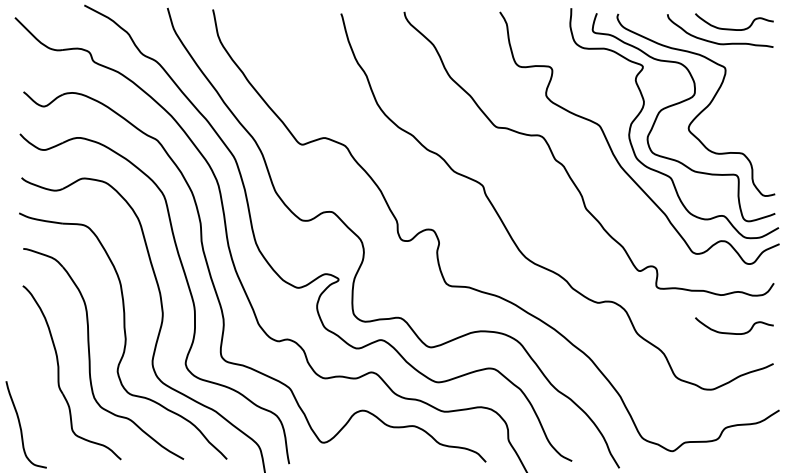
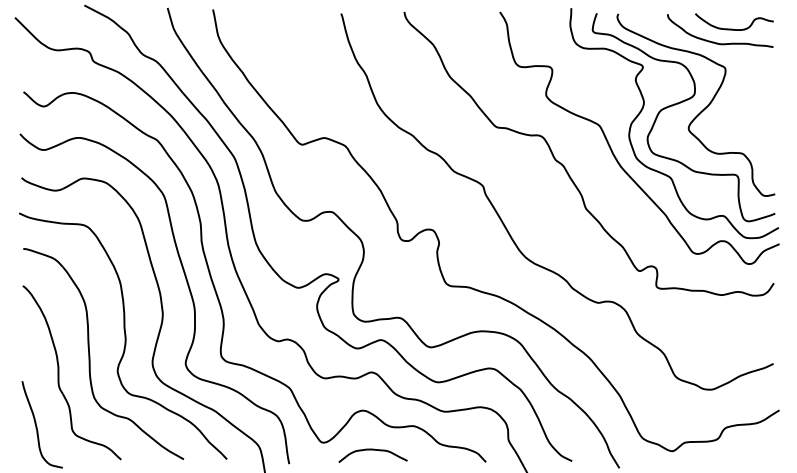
curve at (733, 332): present -> none
curve at (21, 426) position: (21, 426) -> (37, 426)
curve at (372, 450): none -> present
